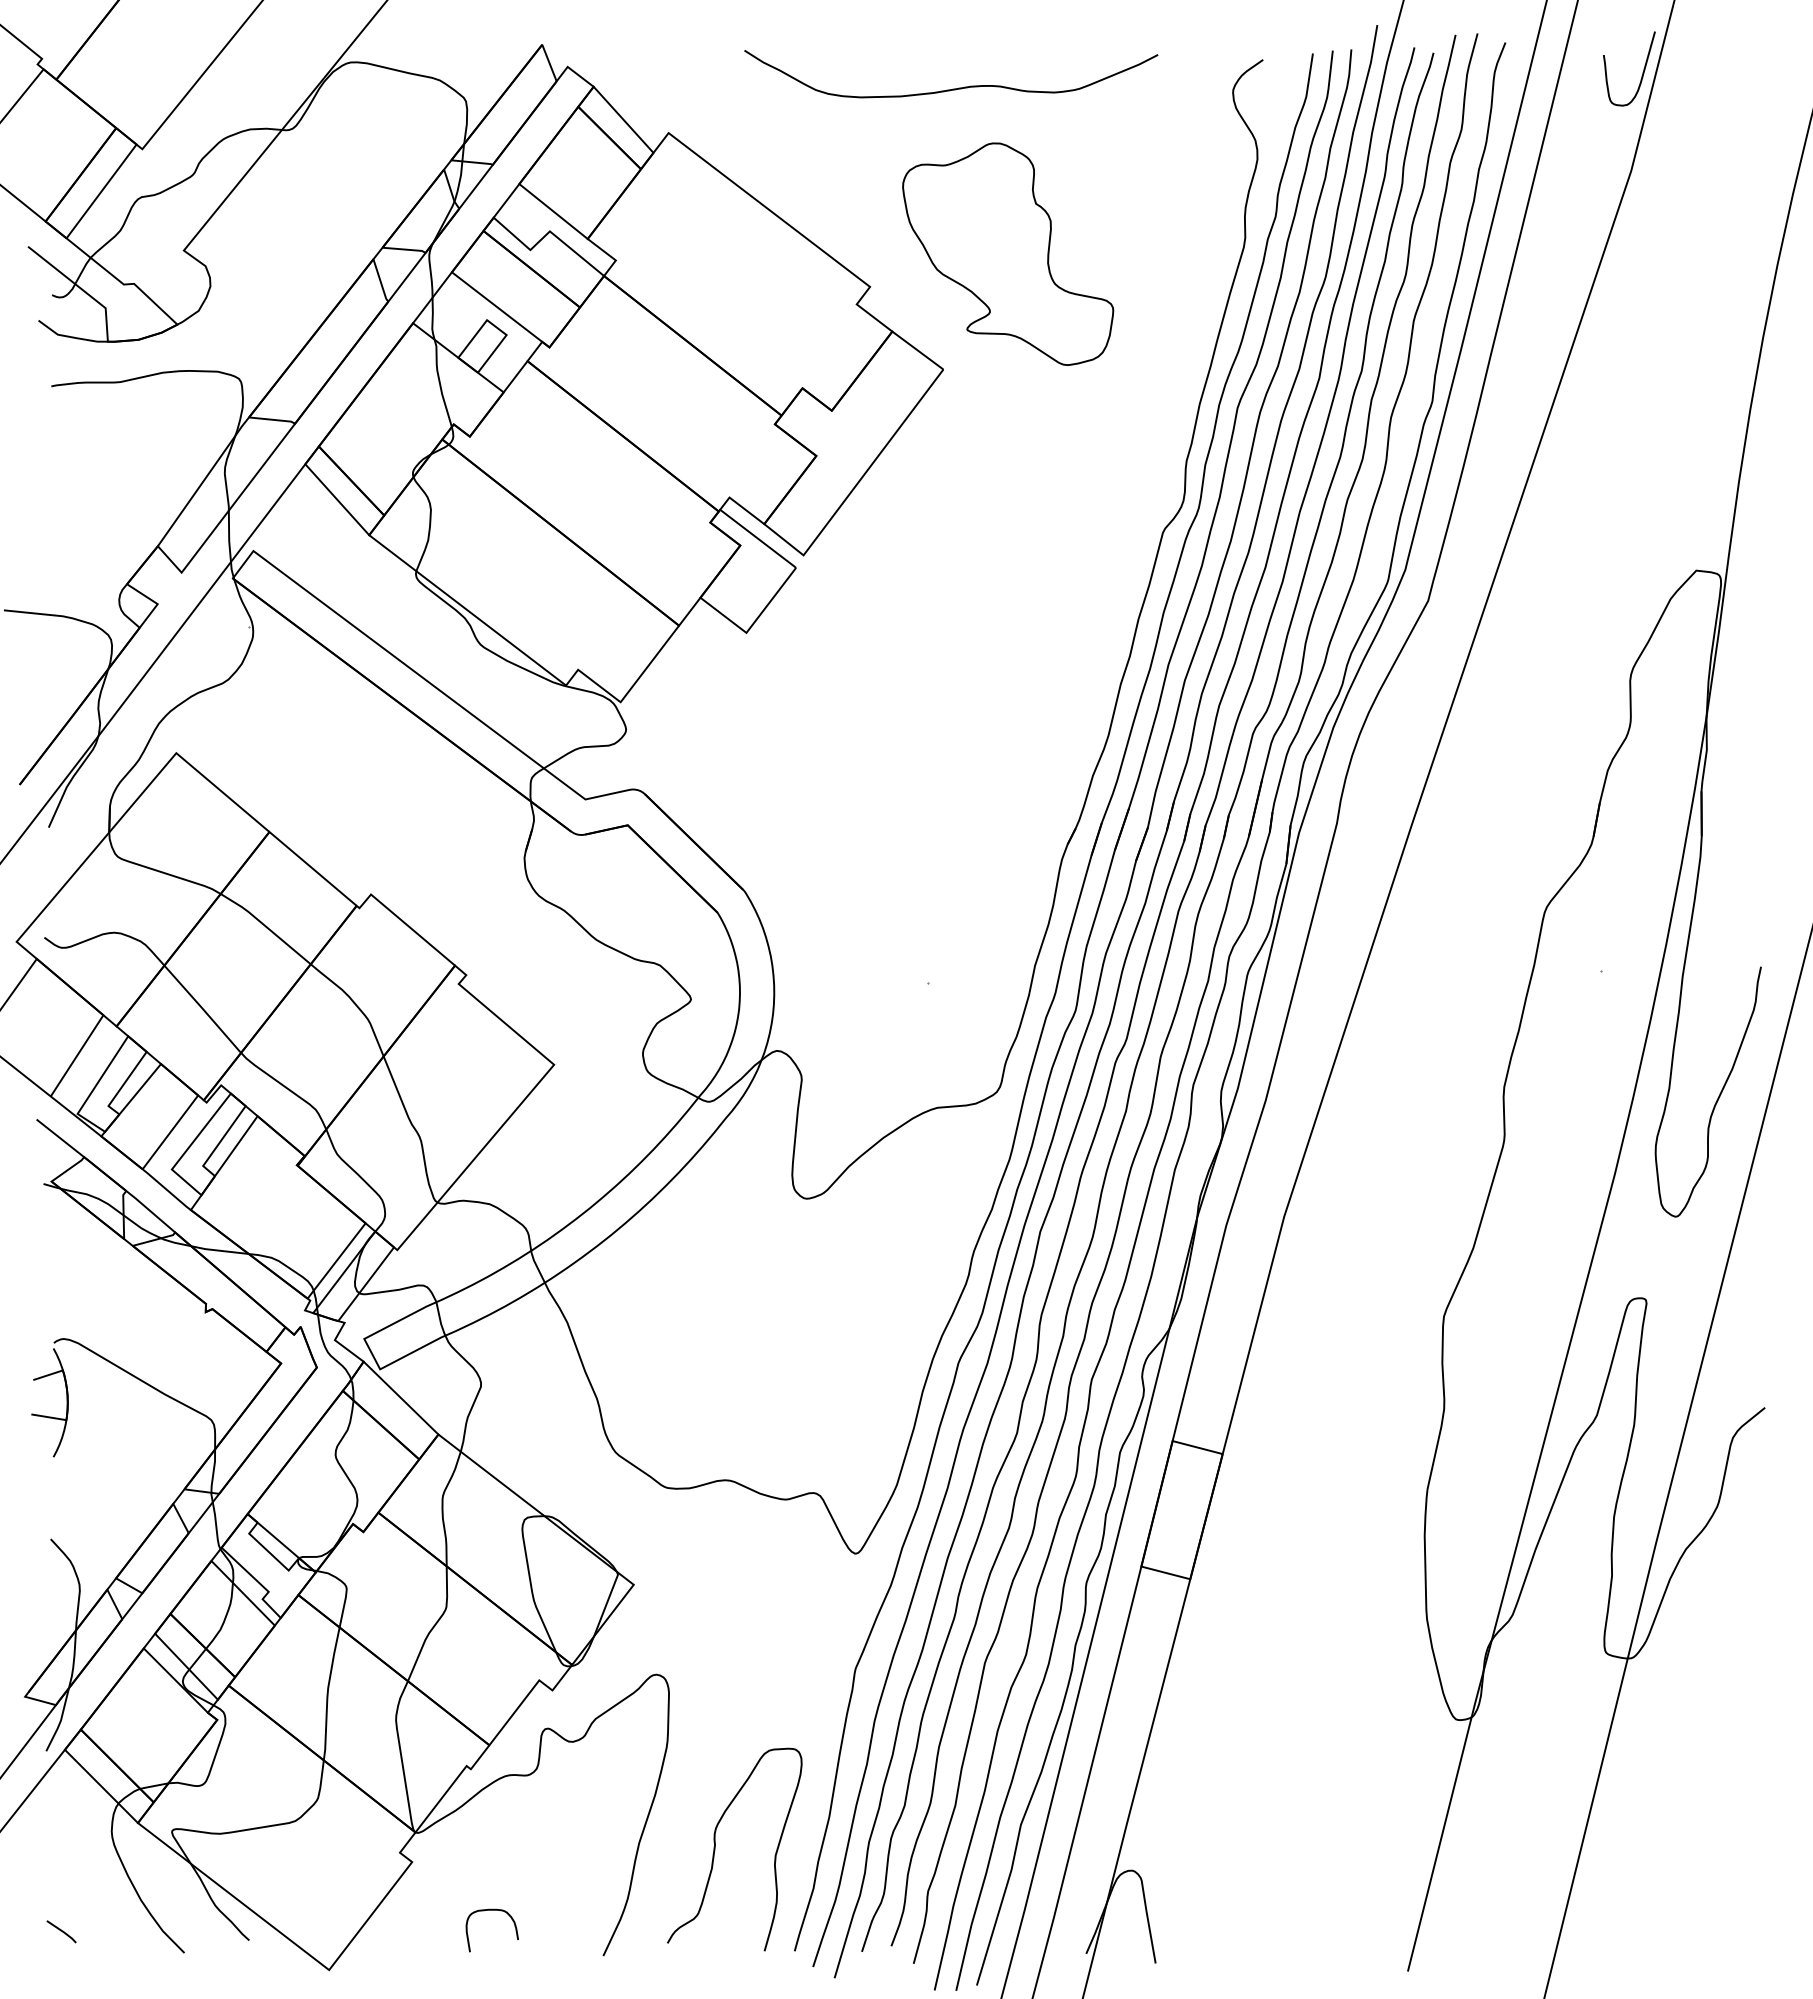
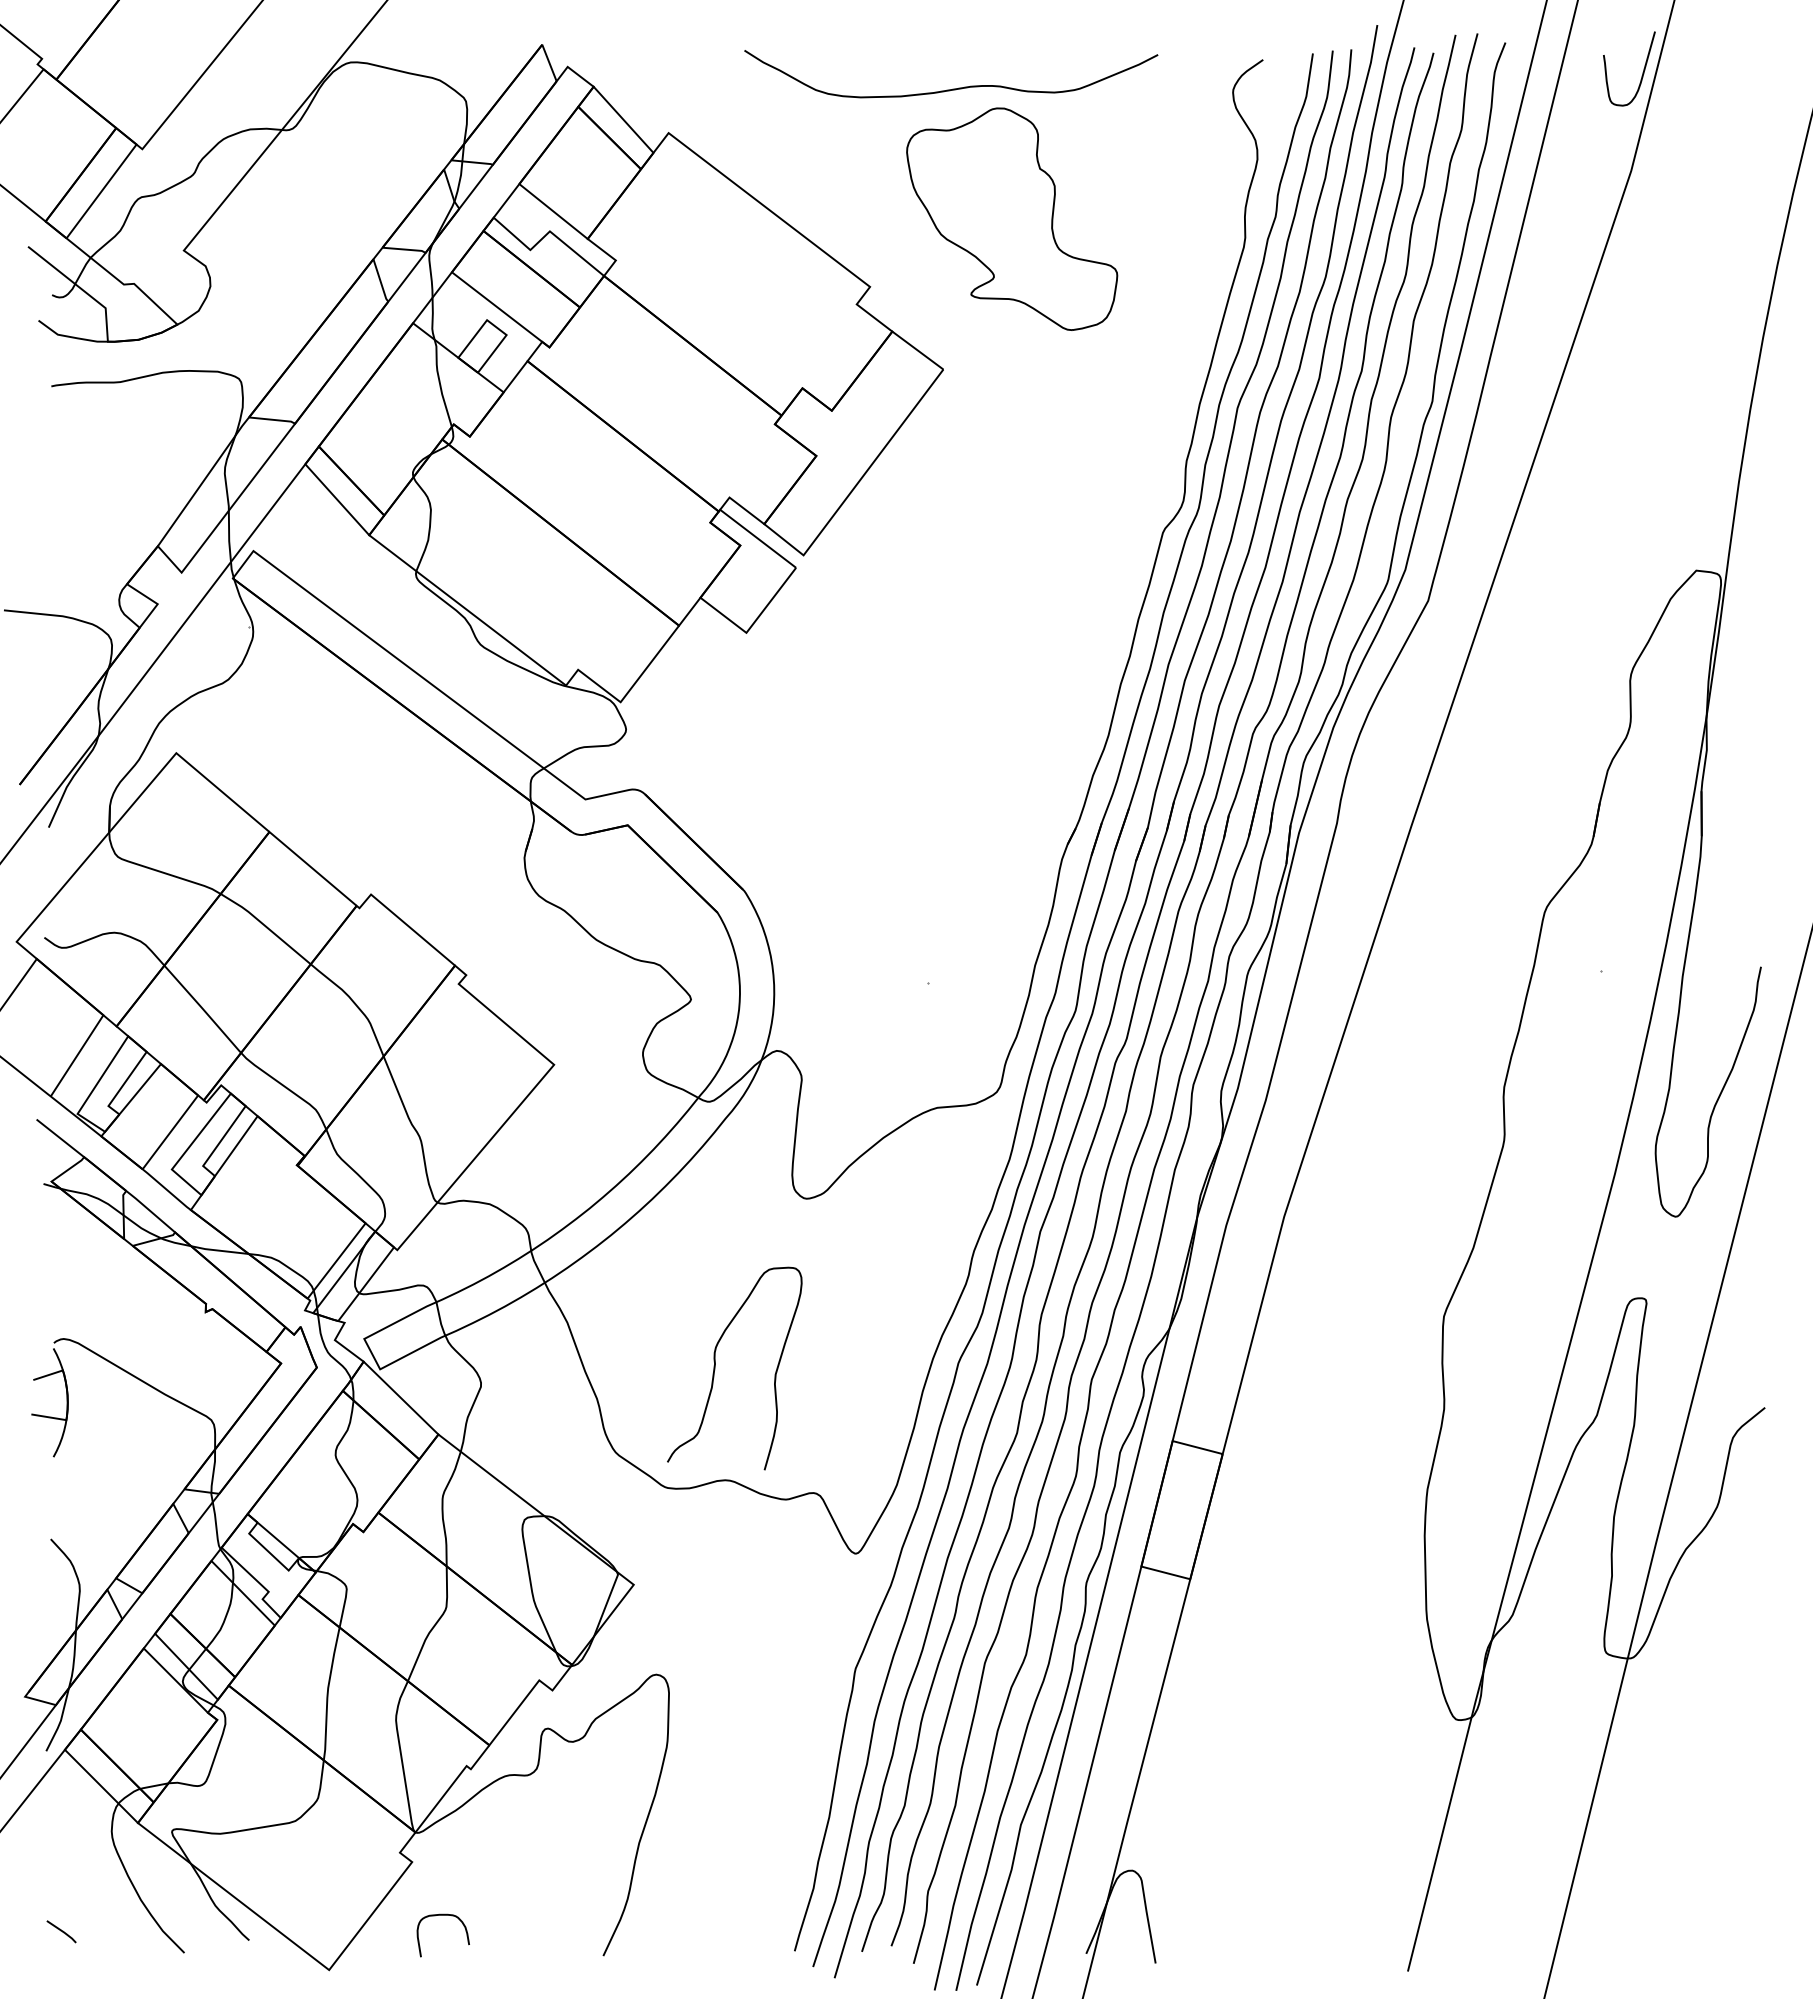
part at (1008, 253) position: (1008, 253) -> (1012, 218)
curve at (715, 1849) position: (715, 1849) -> (715, 1368)
curve at (491, 1910) position: (491, 1910) -> (442, 1915)
